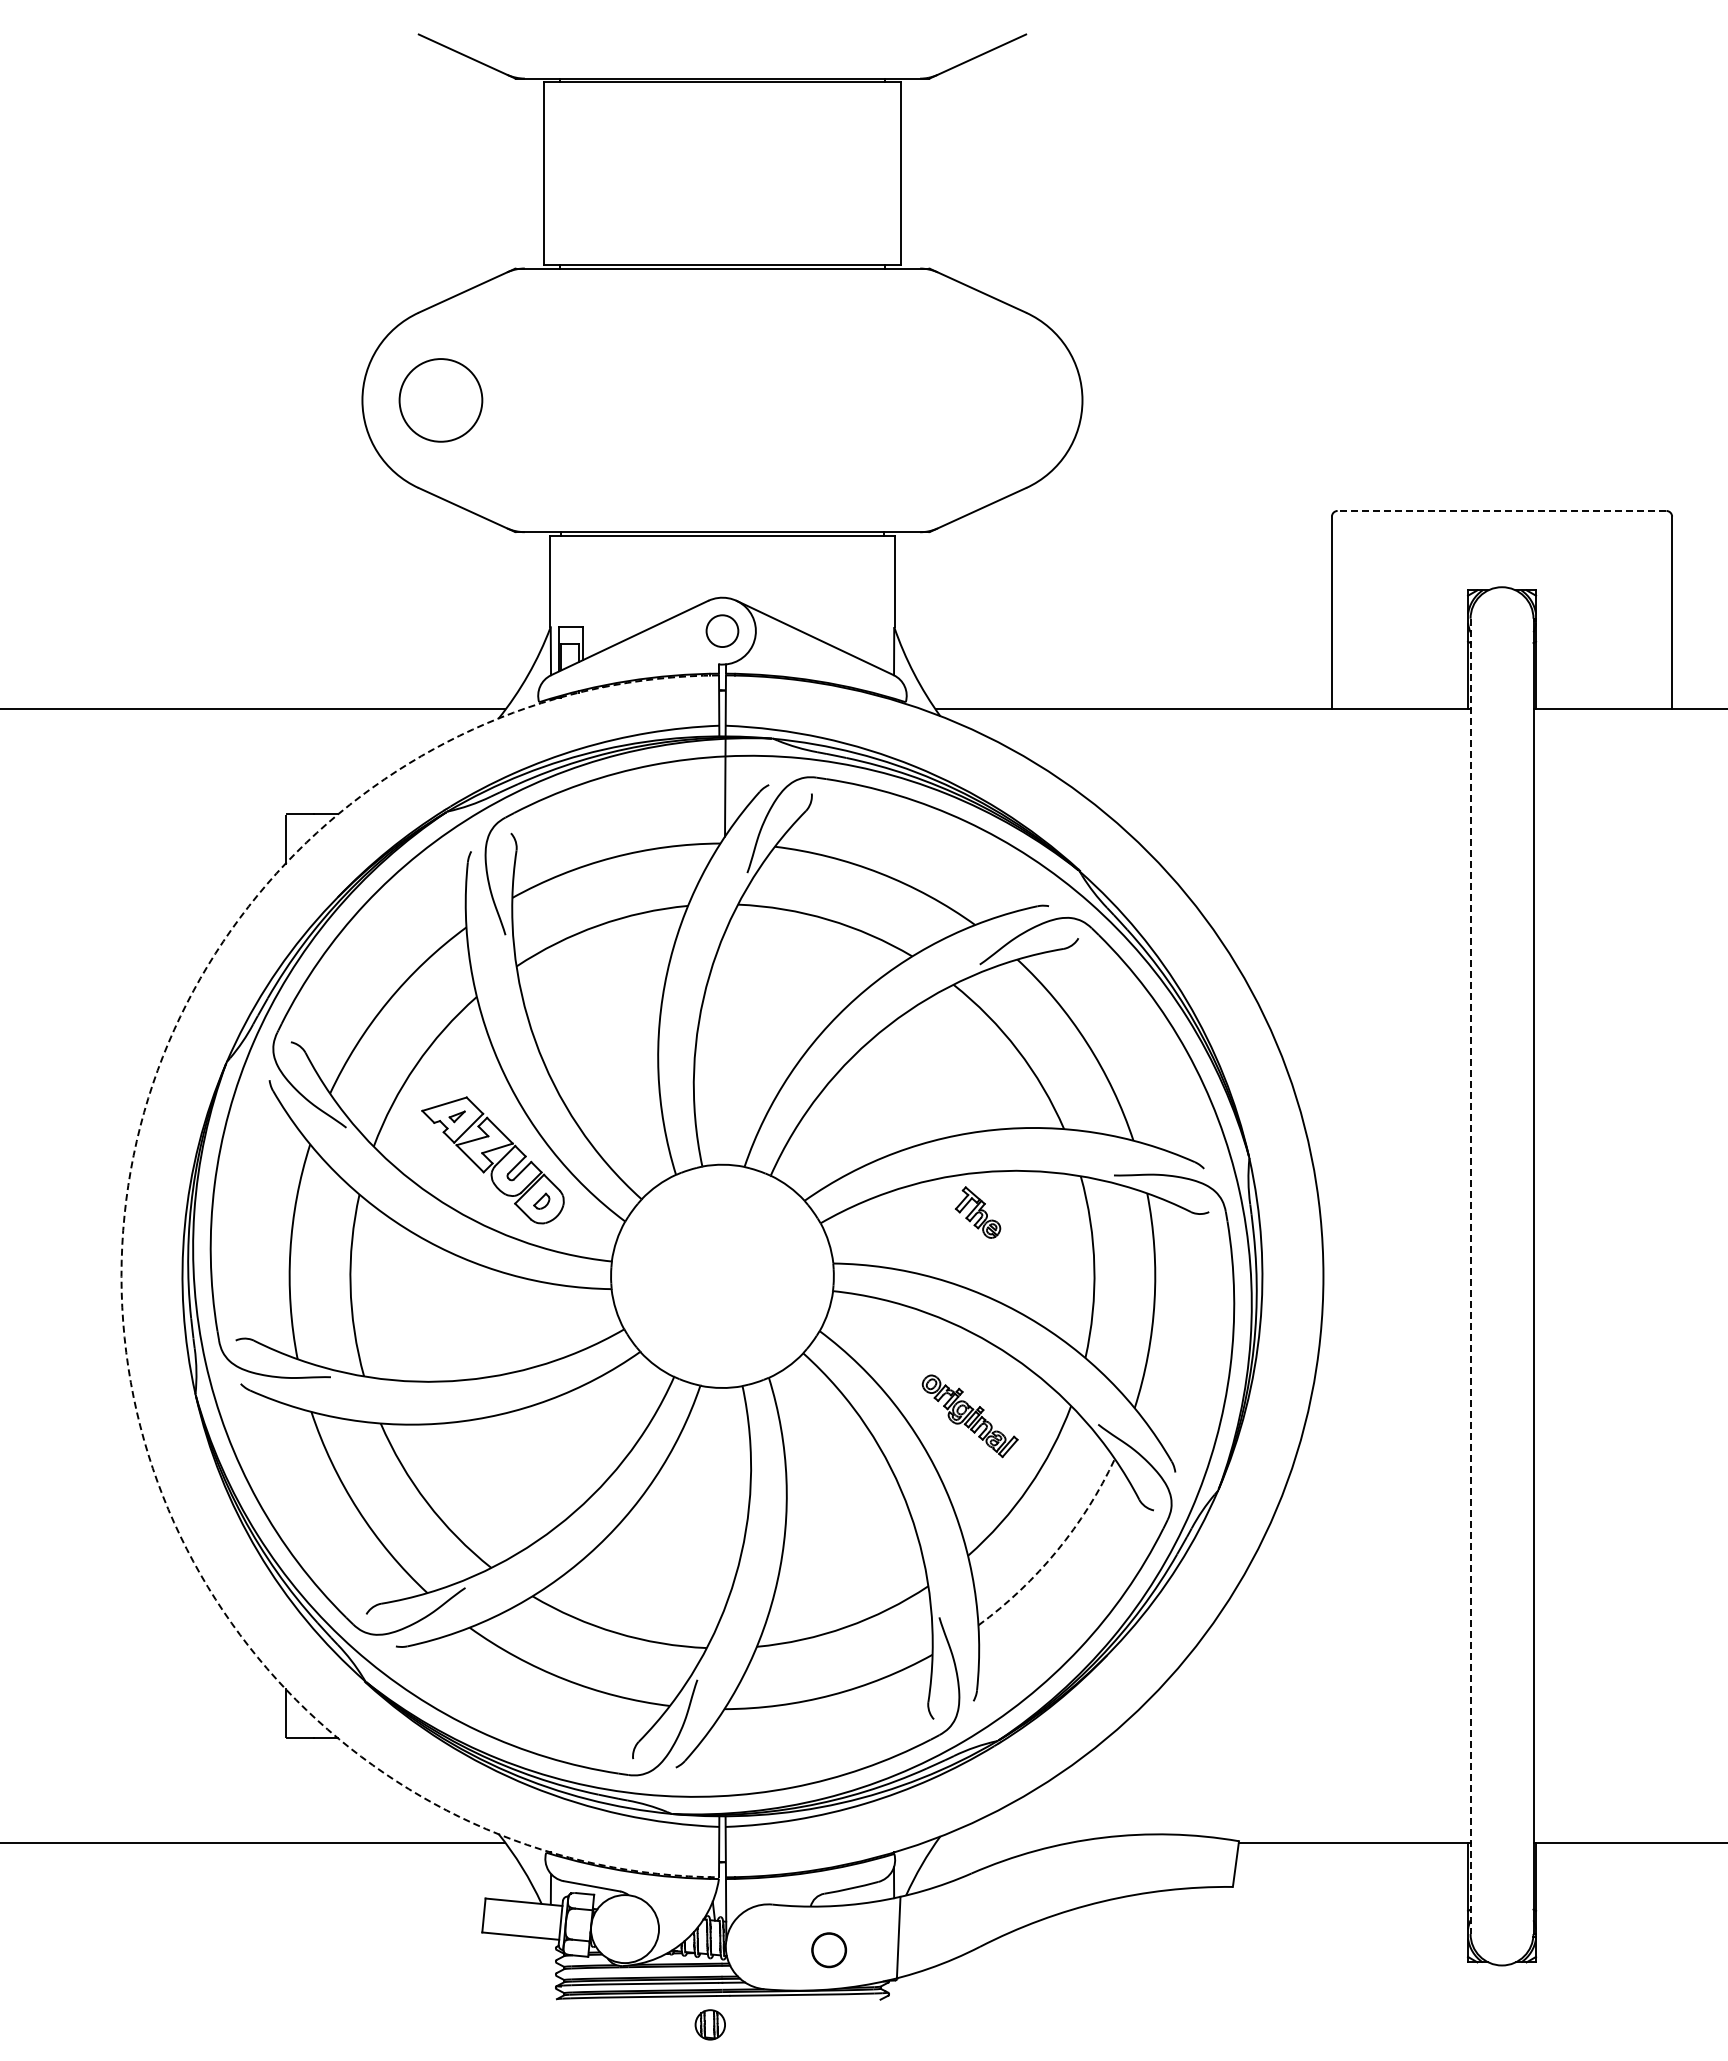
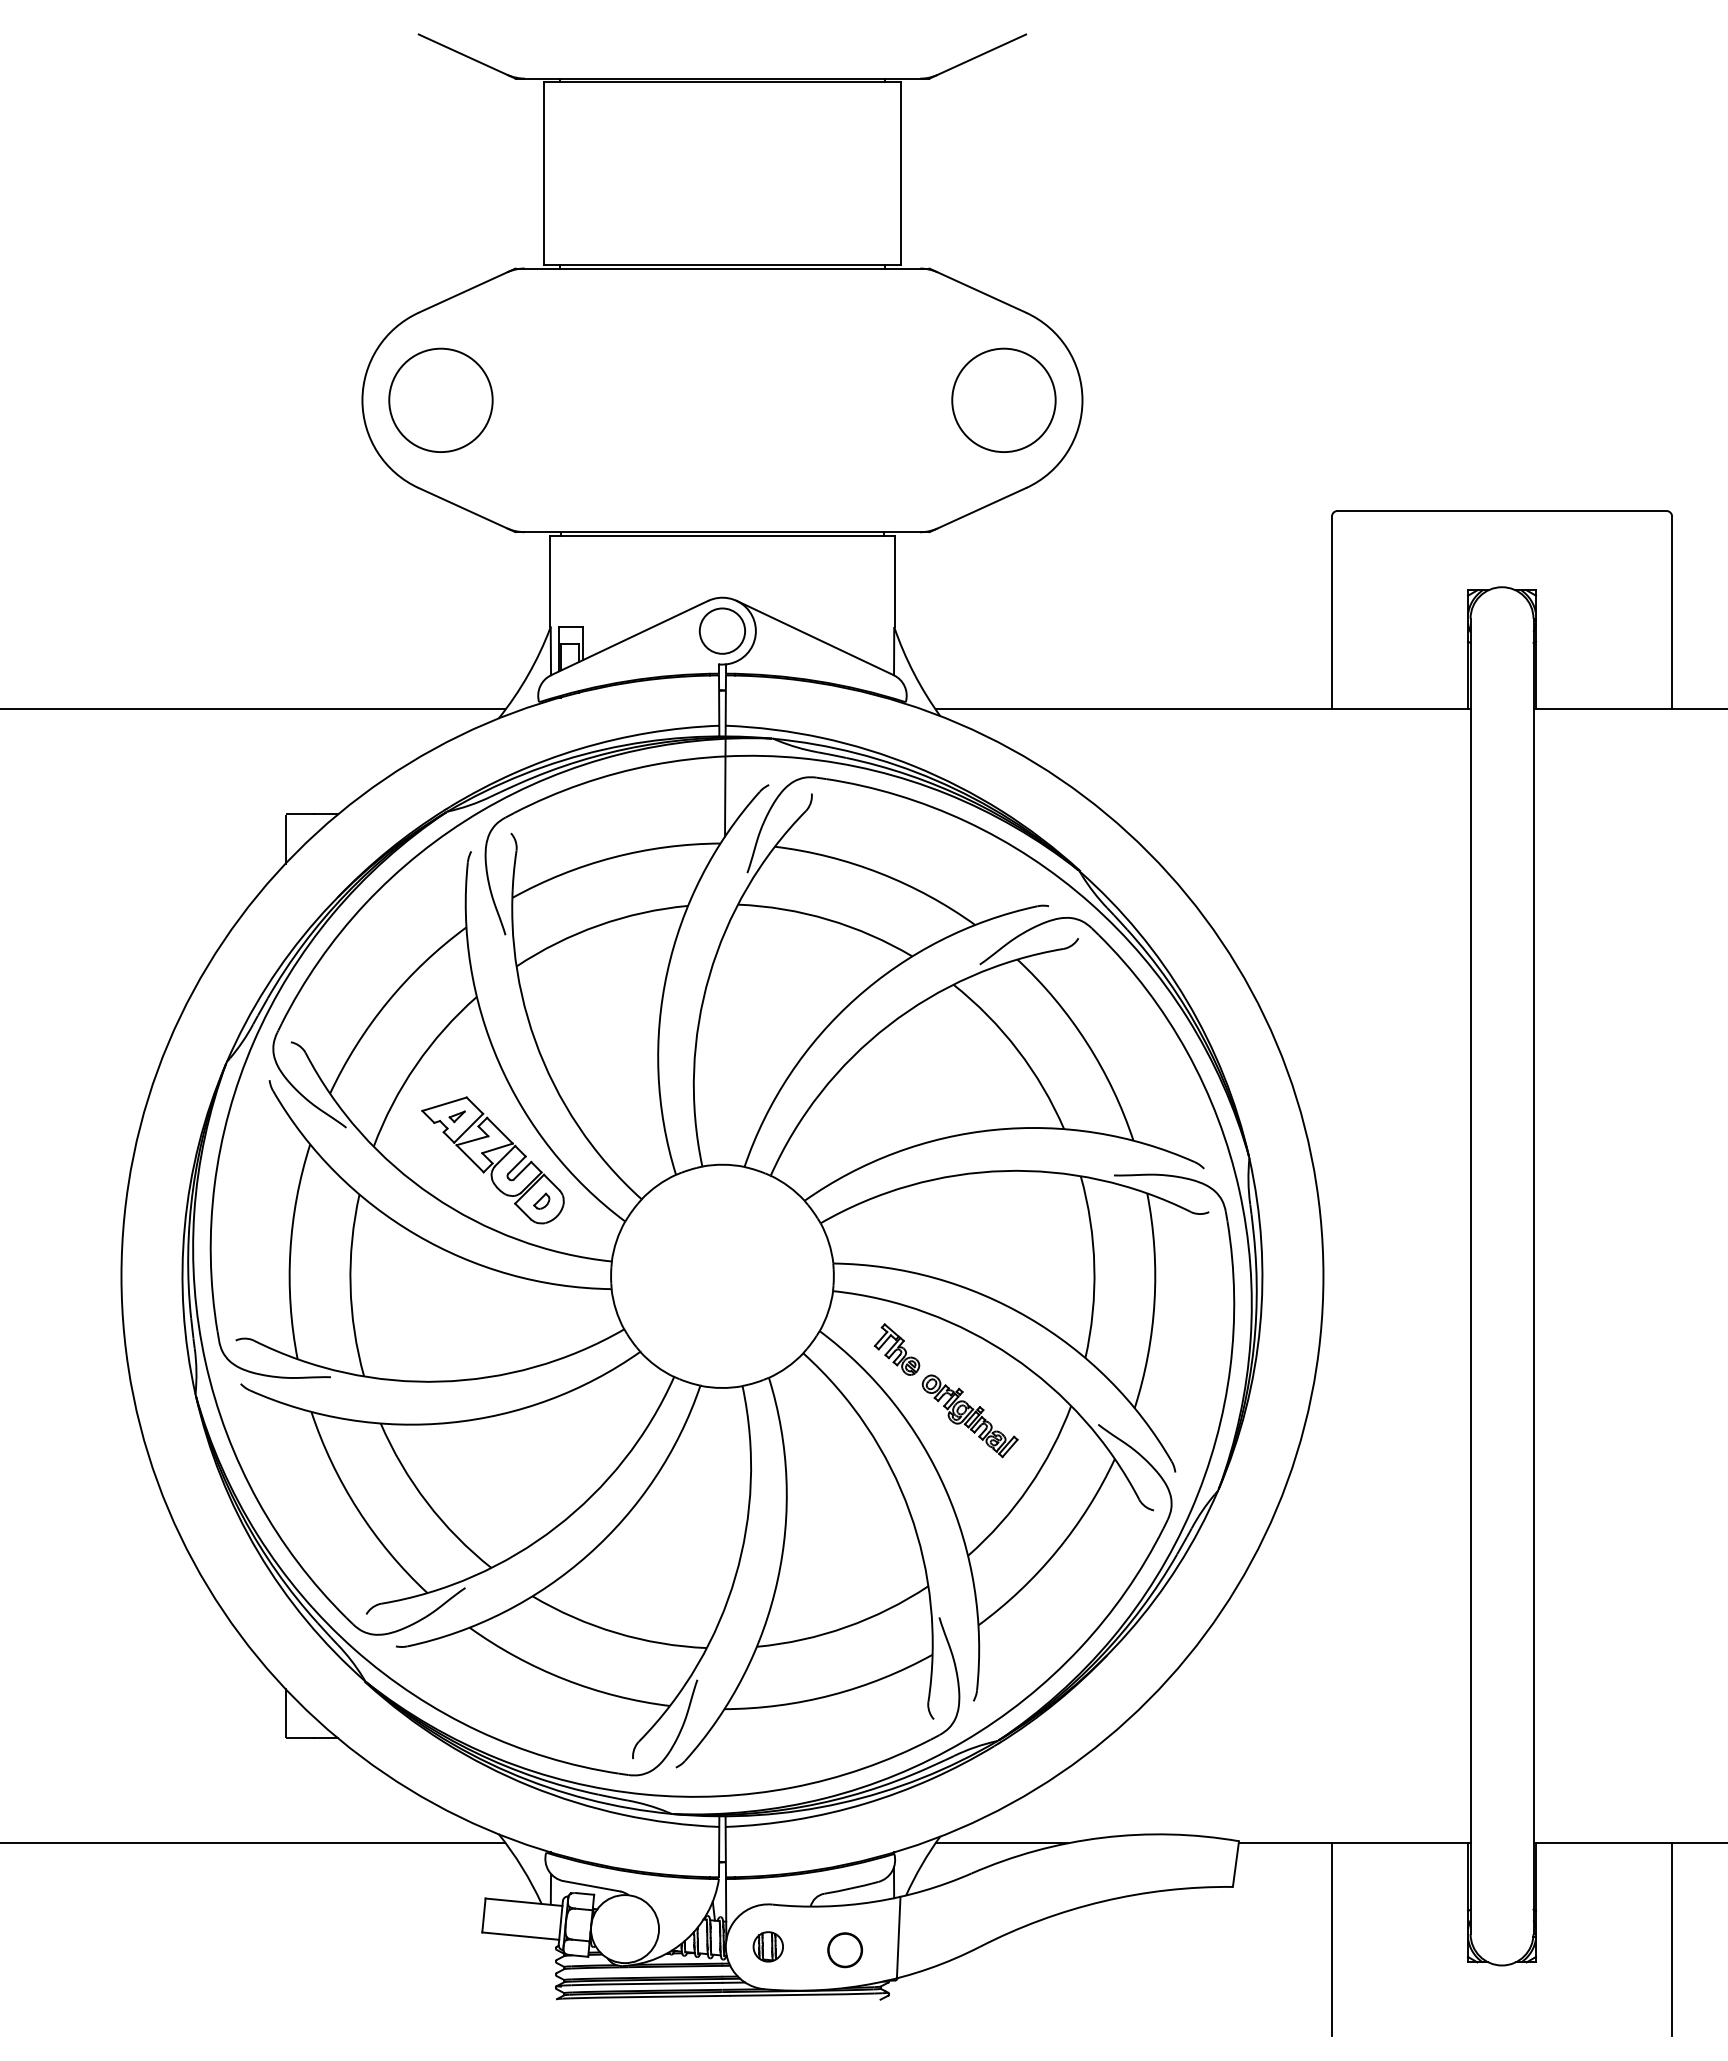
circle at (1003, 399): none -> present
circle at (440, 400) diameter: 83 px -> 103 px
line at (1501, 510): dashed -> solid
circle at (722, 631) diameter: 32 px -> 45 px
part at (977, 1212) position: (977, 1212) -> (896, 1349)
arc at (121, 1276): dashed -> solid
line at (1470, 1276): dashed -> solid
arc at (1057, 1550): dashed -> solid
line at (1002, 1843): none -> present
line at (1331, 1939): none -> present
line at (1672, 1939): none -> present
circle at (829, 1950) position: (829, 1950) -> (845, 1950)
part at (709, 2024) position: (709, 2024) -> (767, 1946)
